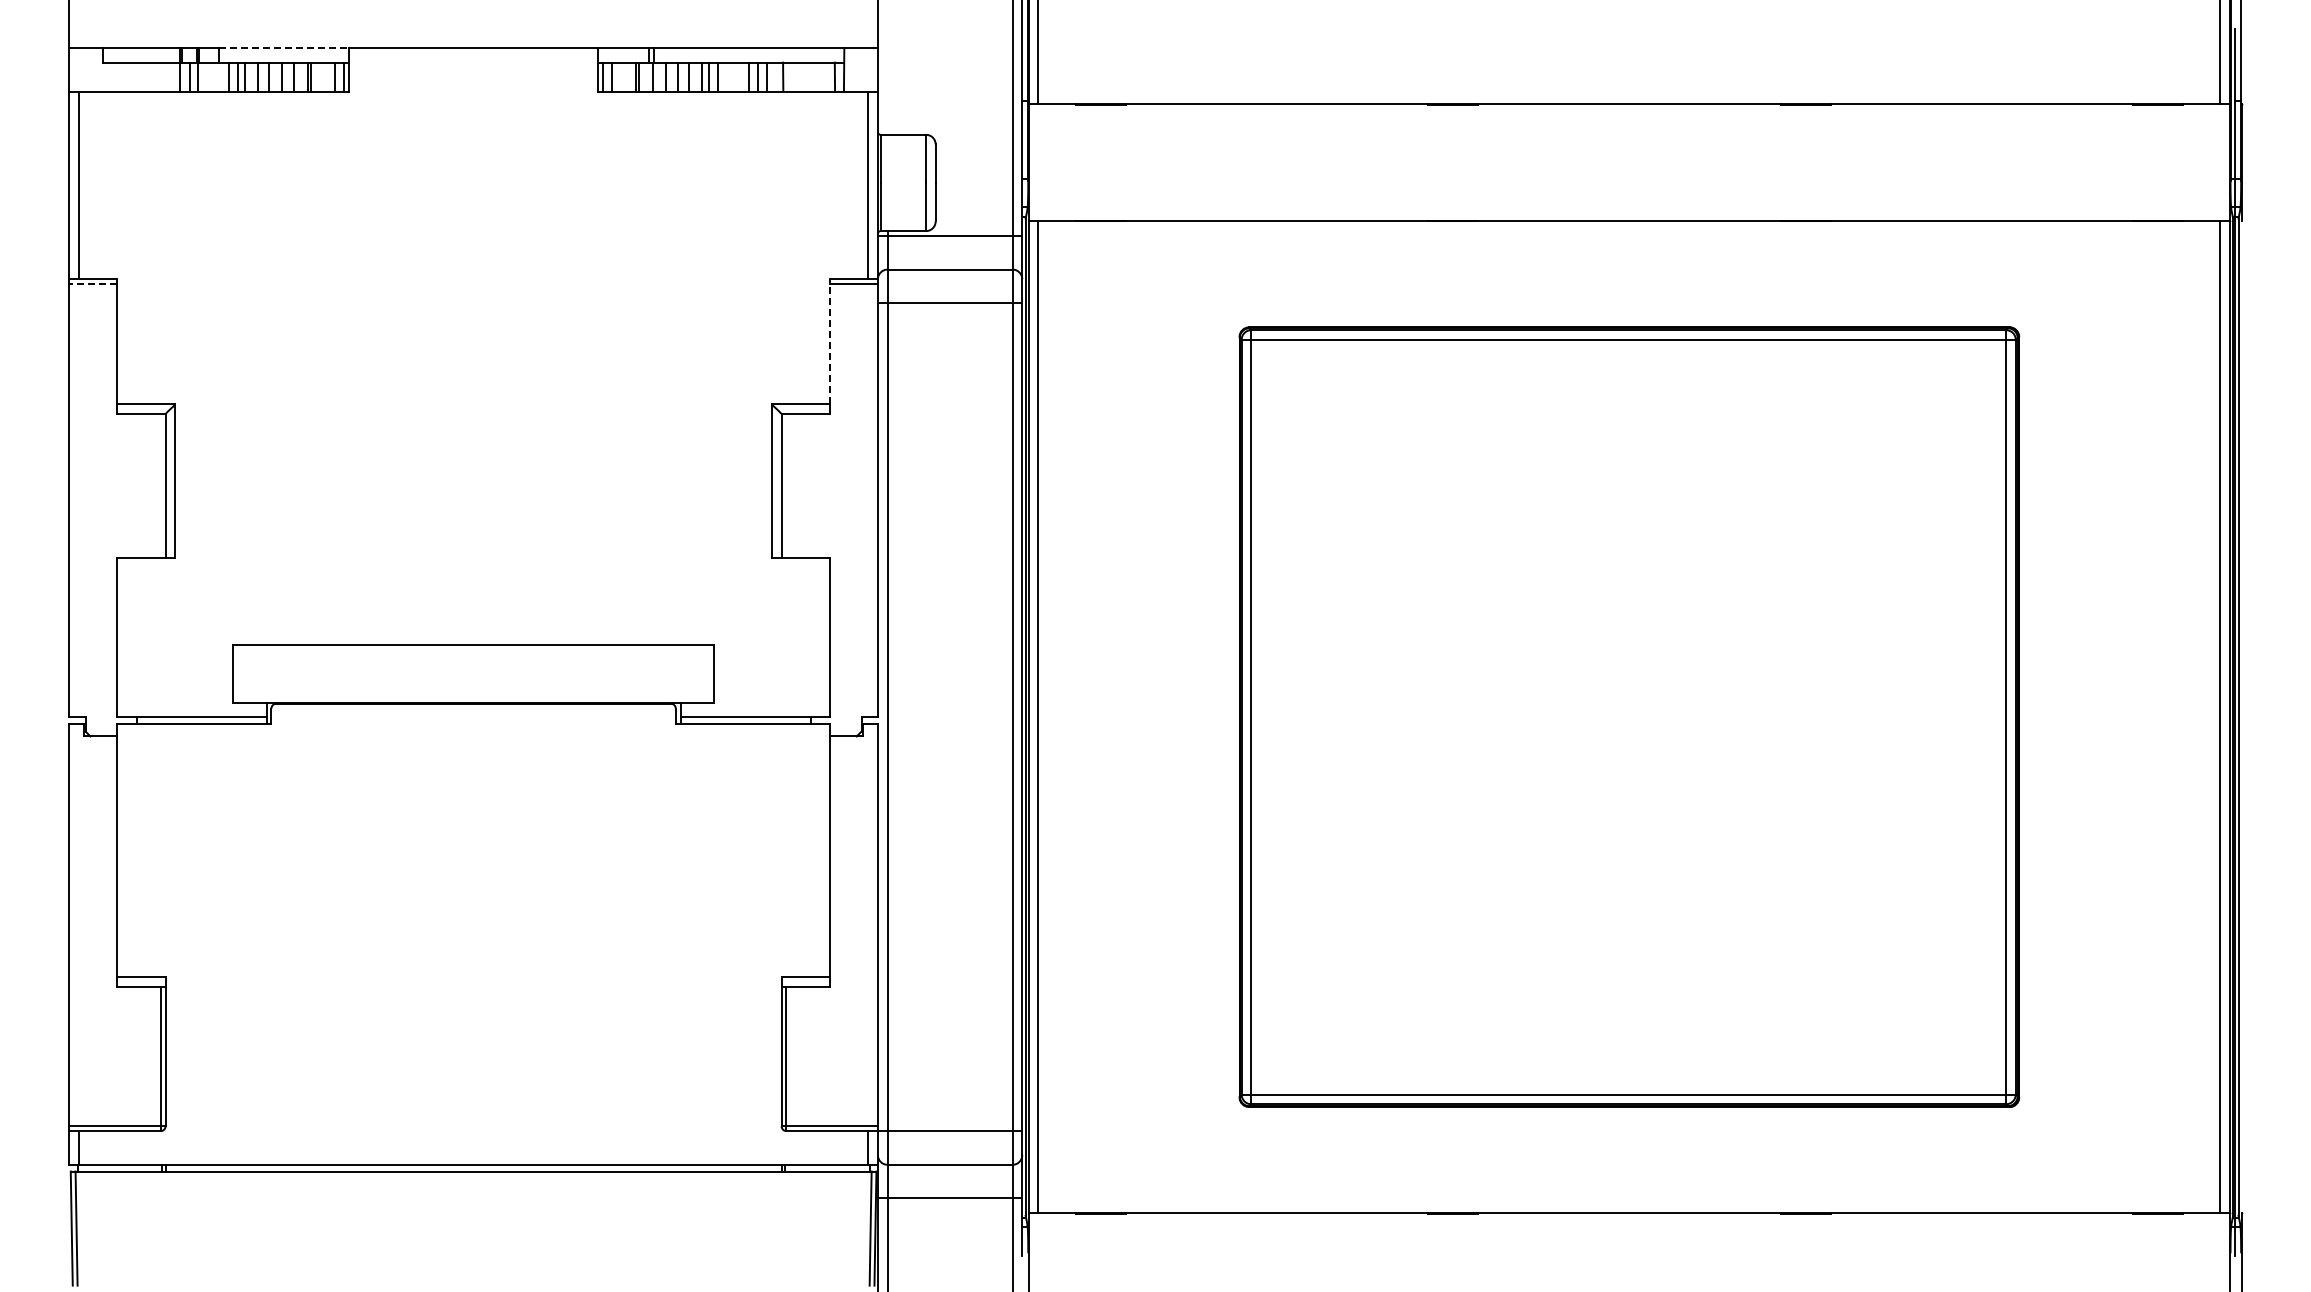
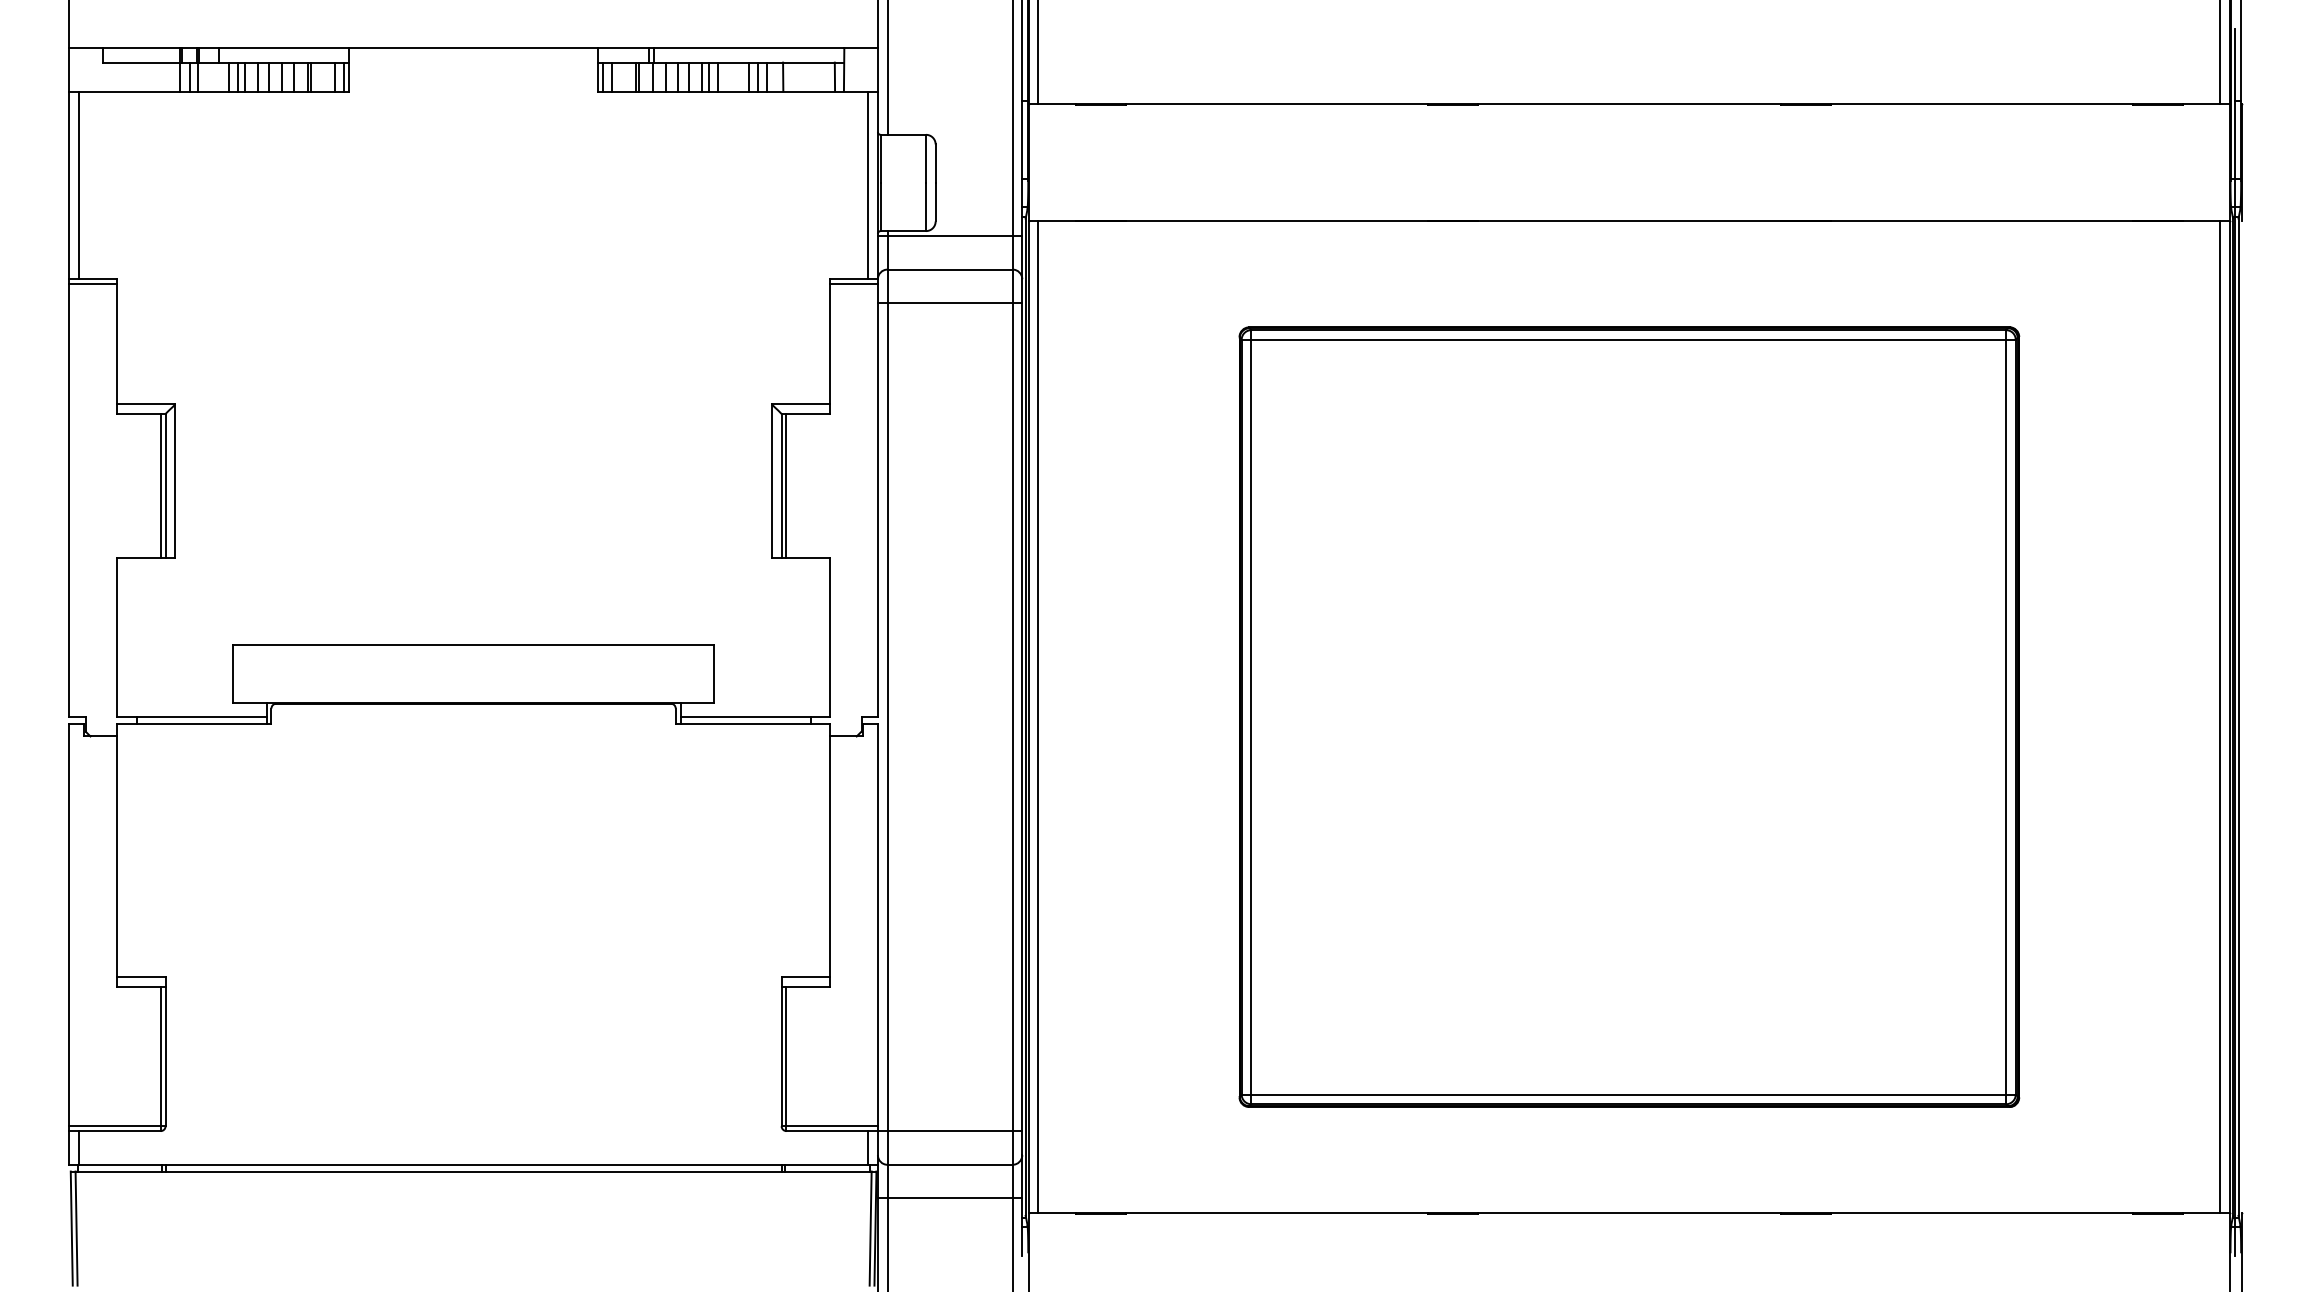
line at (284, 48): dashed -> solid
line at (887, 68): none -> present
line at (92, 284): dashed -> solid
line at (829, 341): dashed -> solid
line at (160, 485): none -> present
line at (786, 485): none -> present
